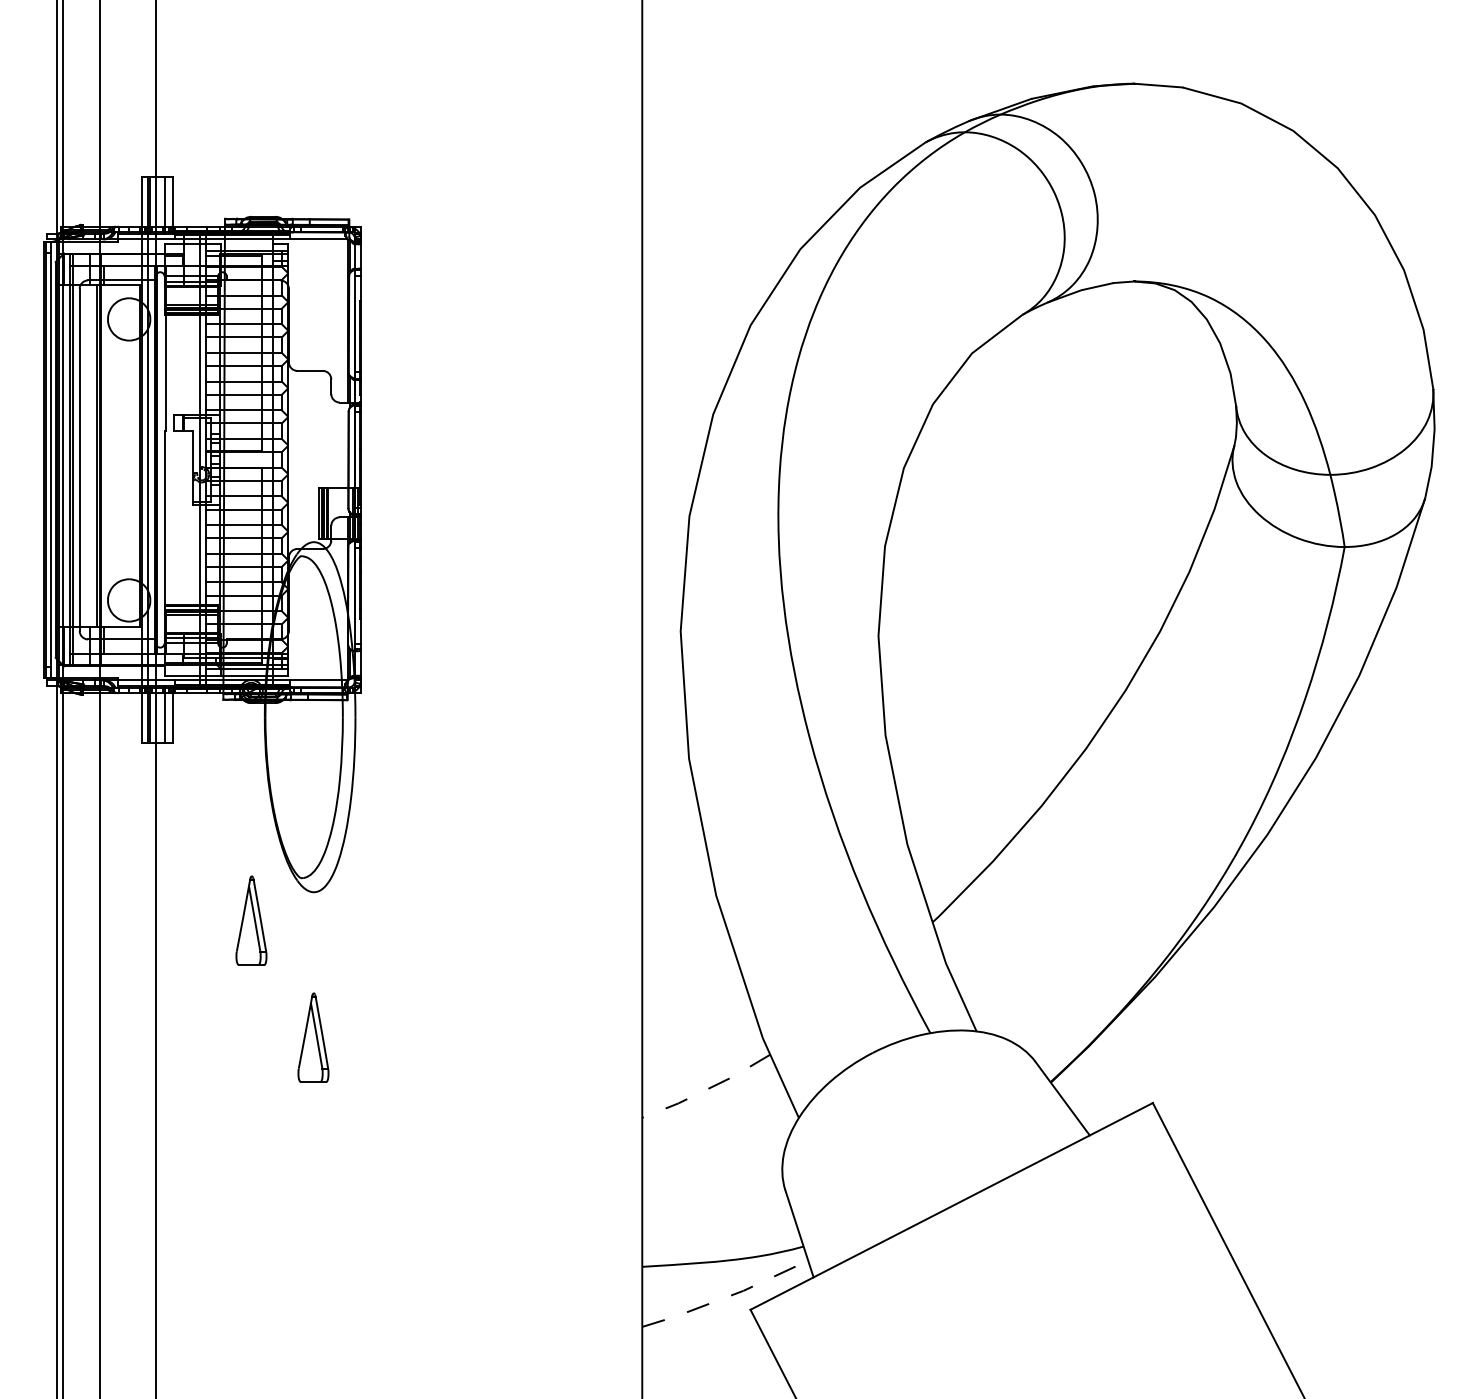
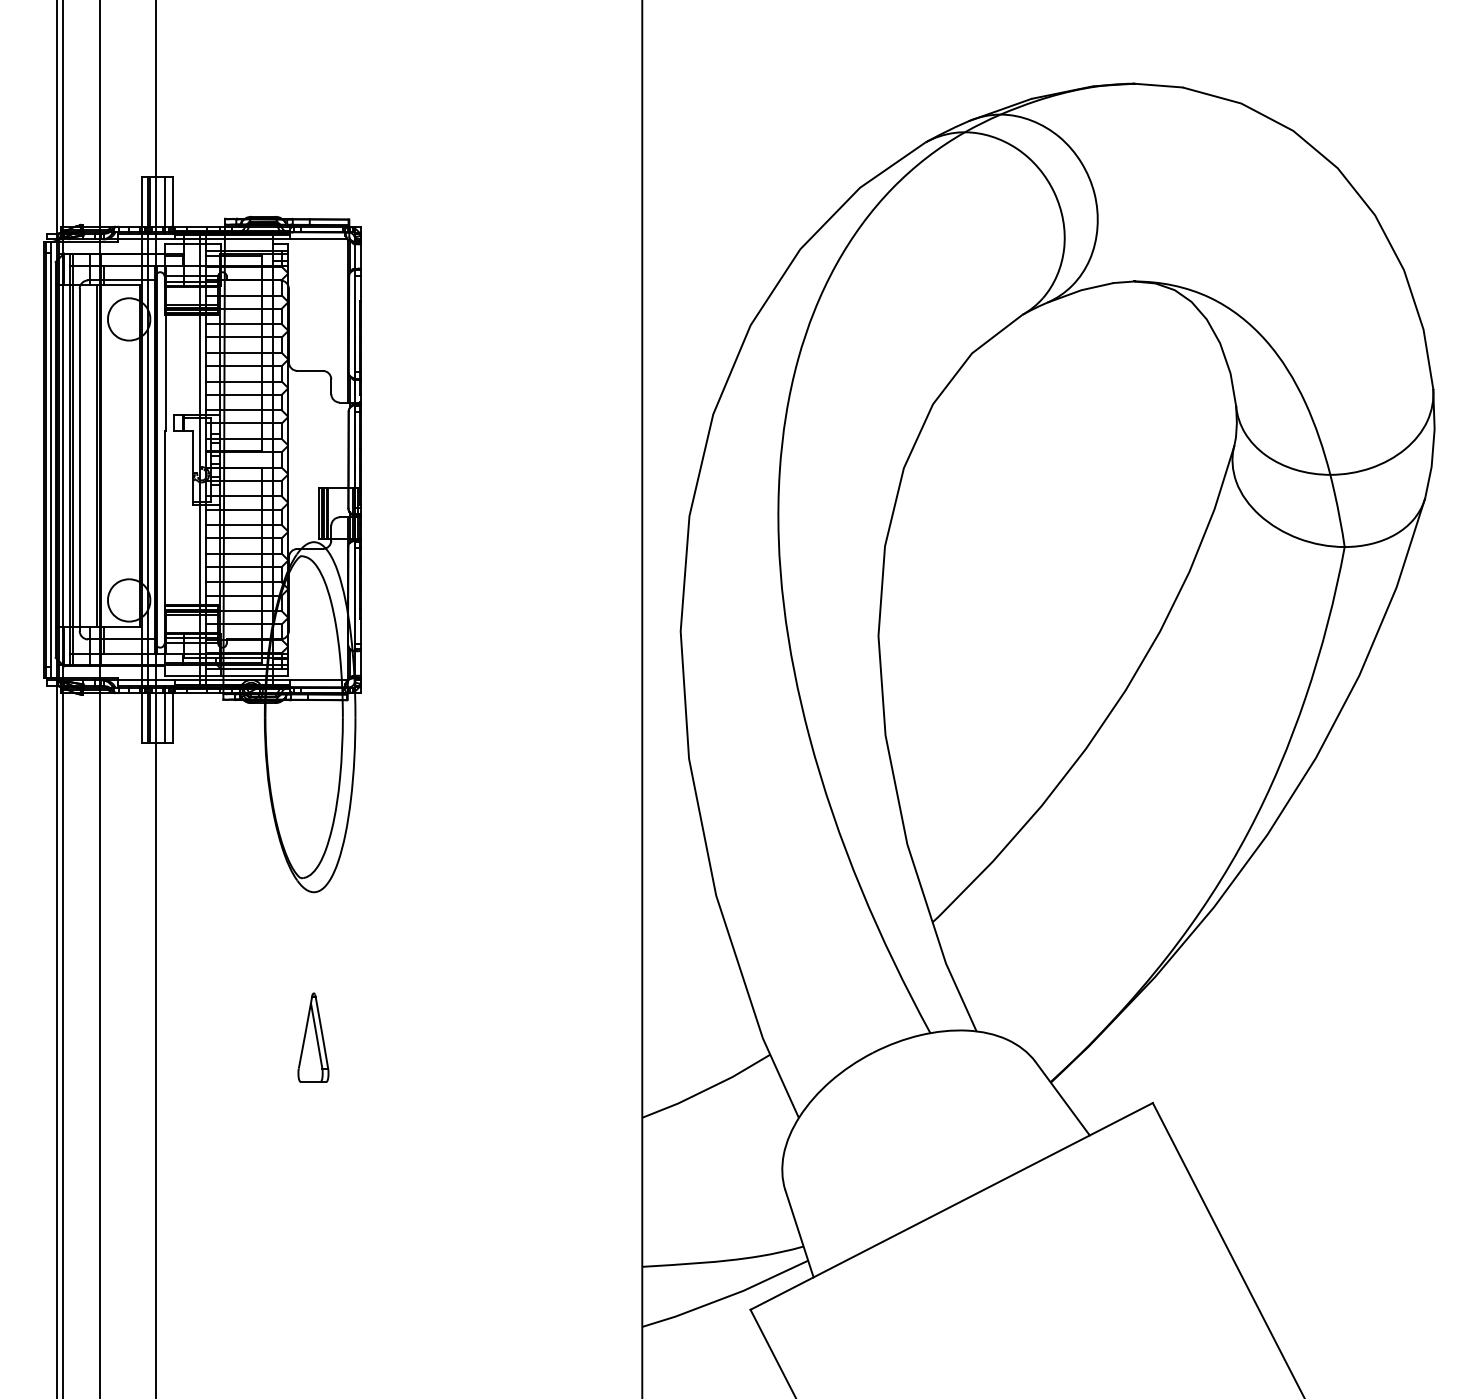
part at (251, 920): present -> none
line at (707, 1089): dashed -> solid
line at (726, 1297): dashed -> solid
